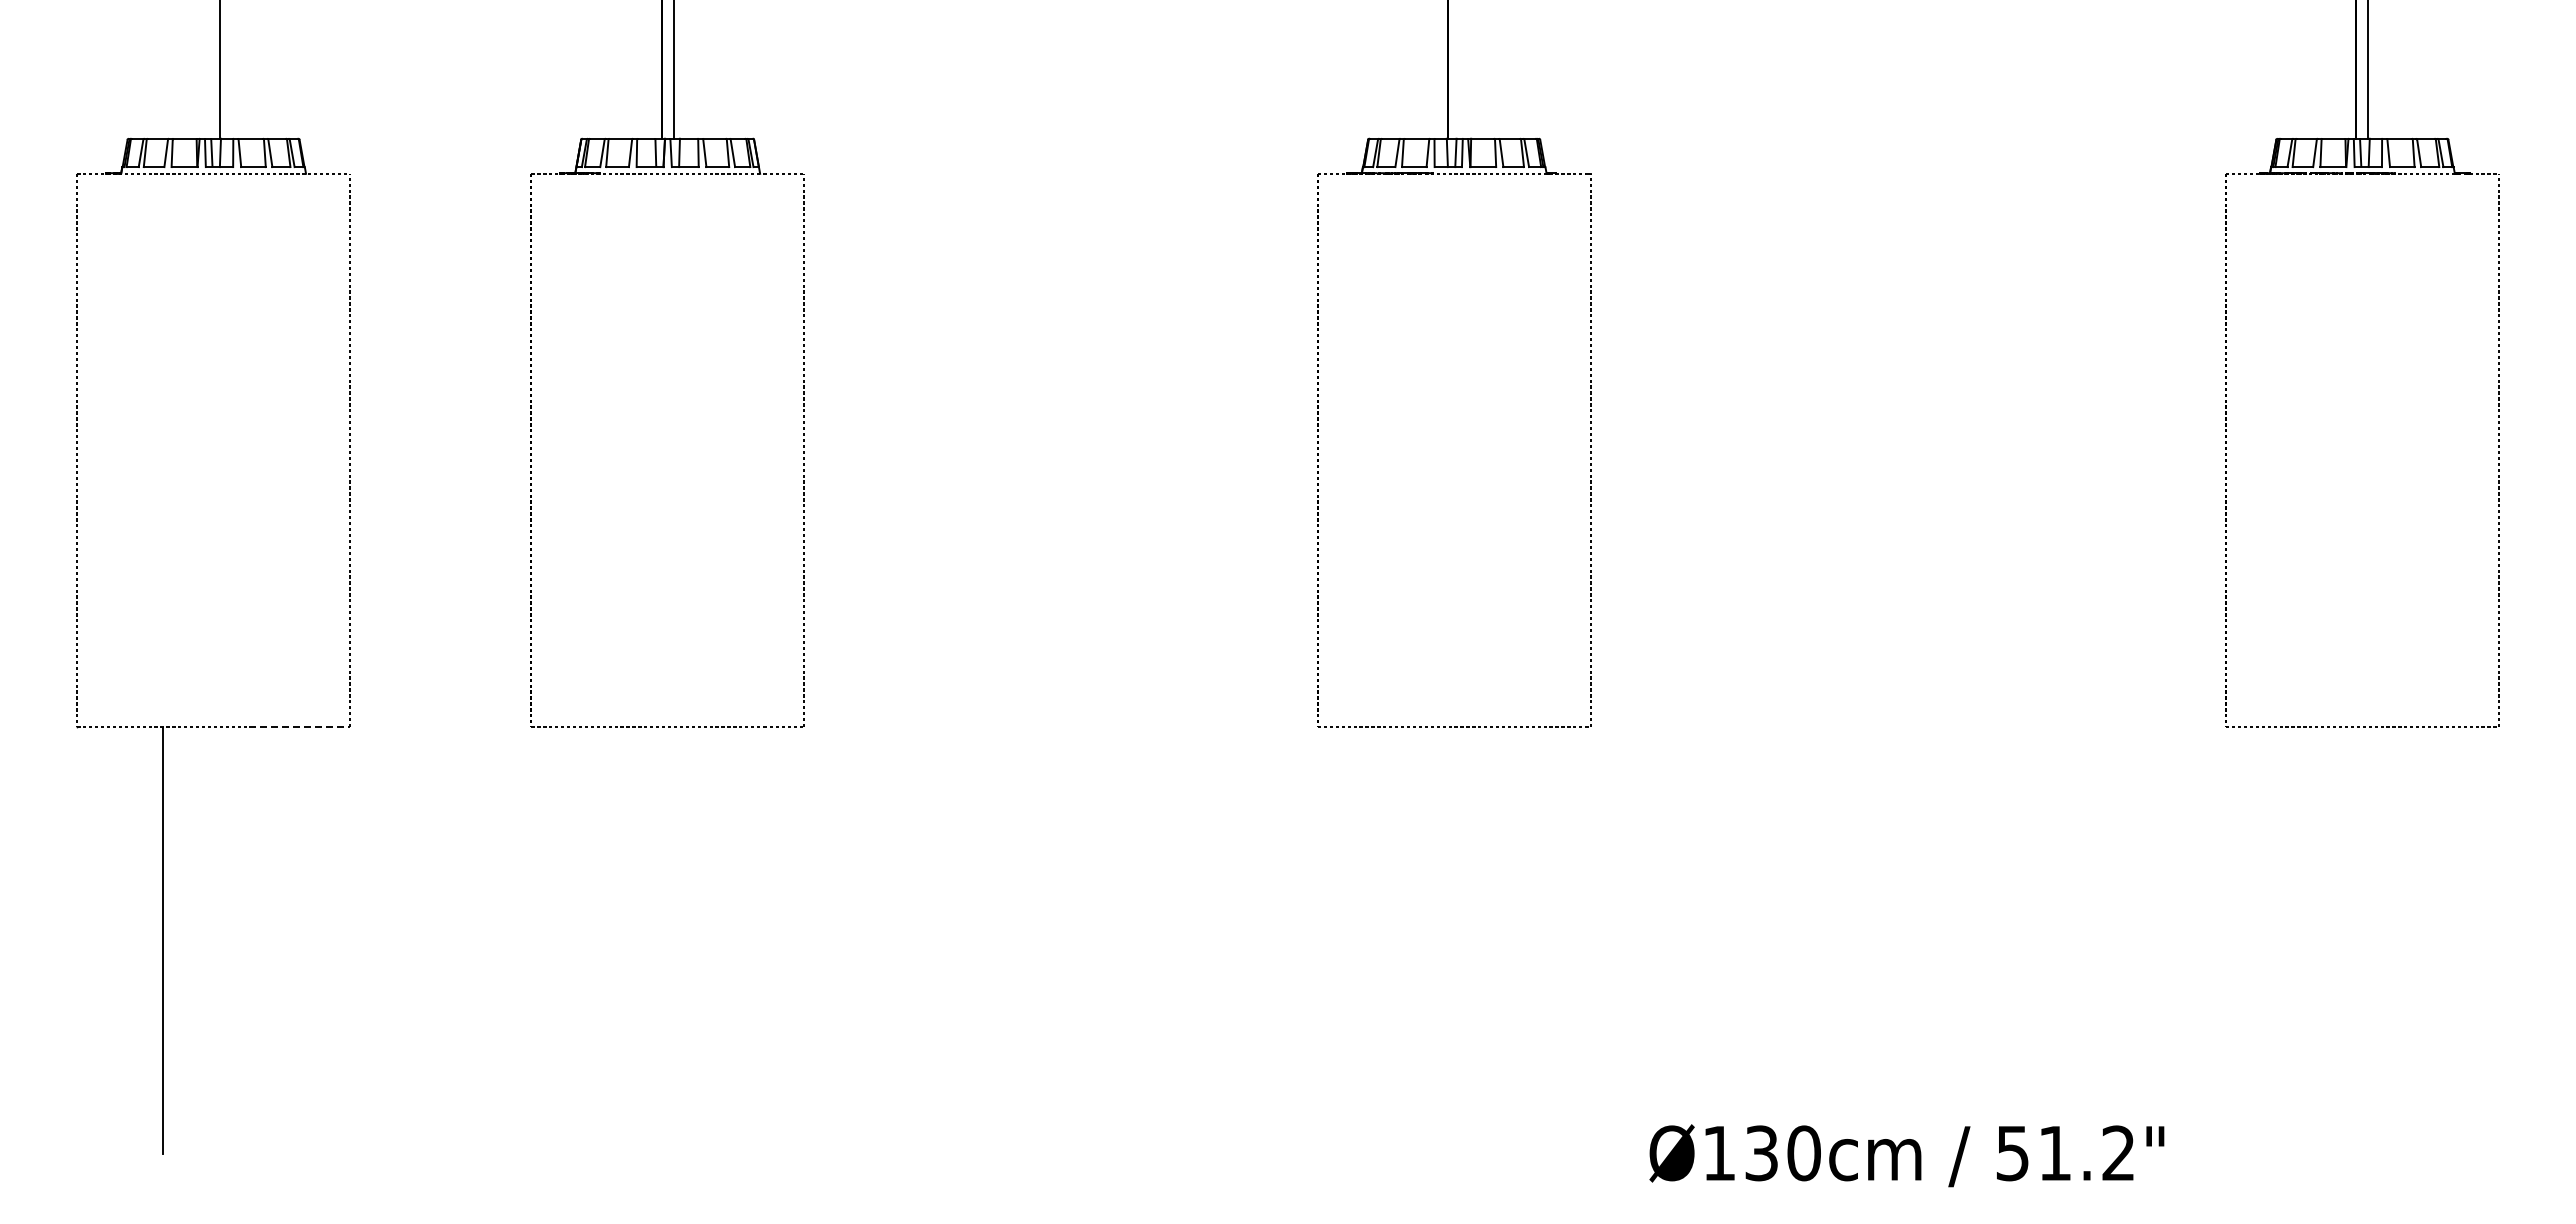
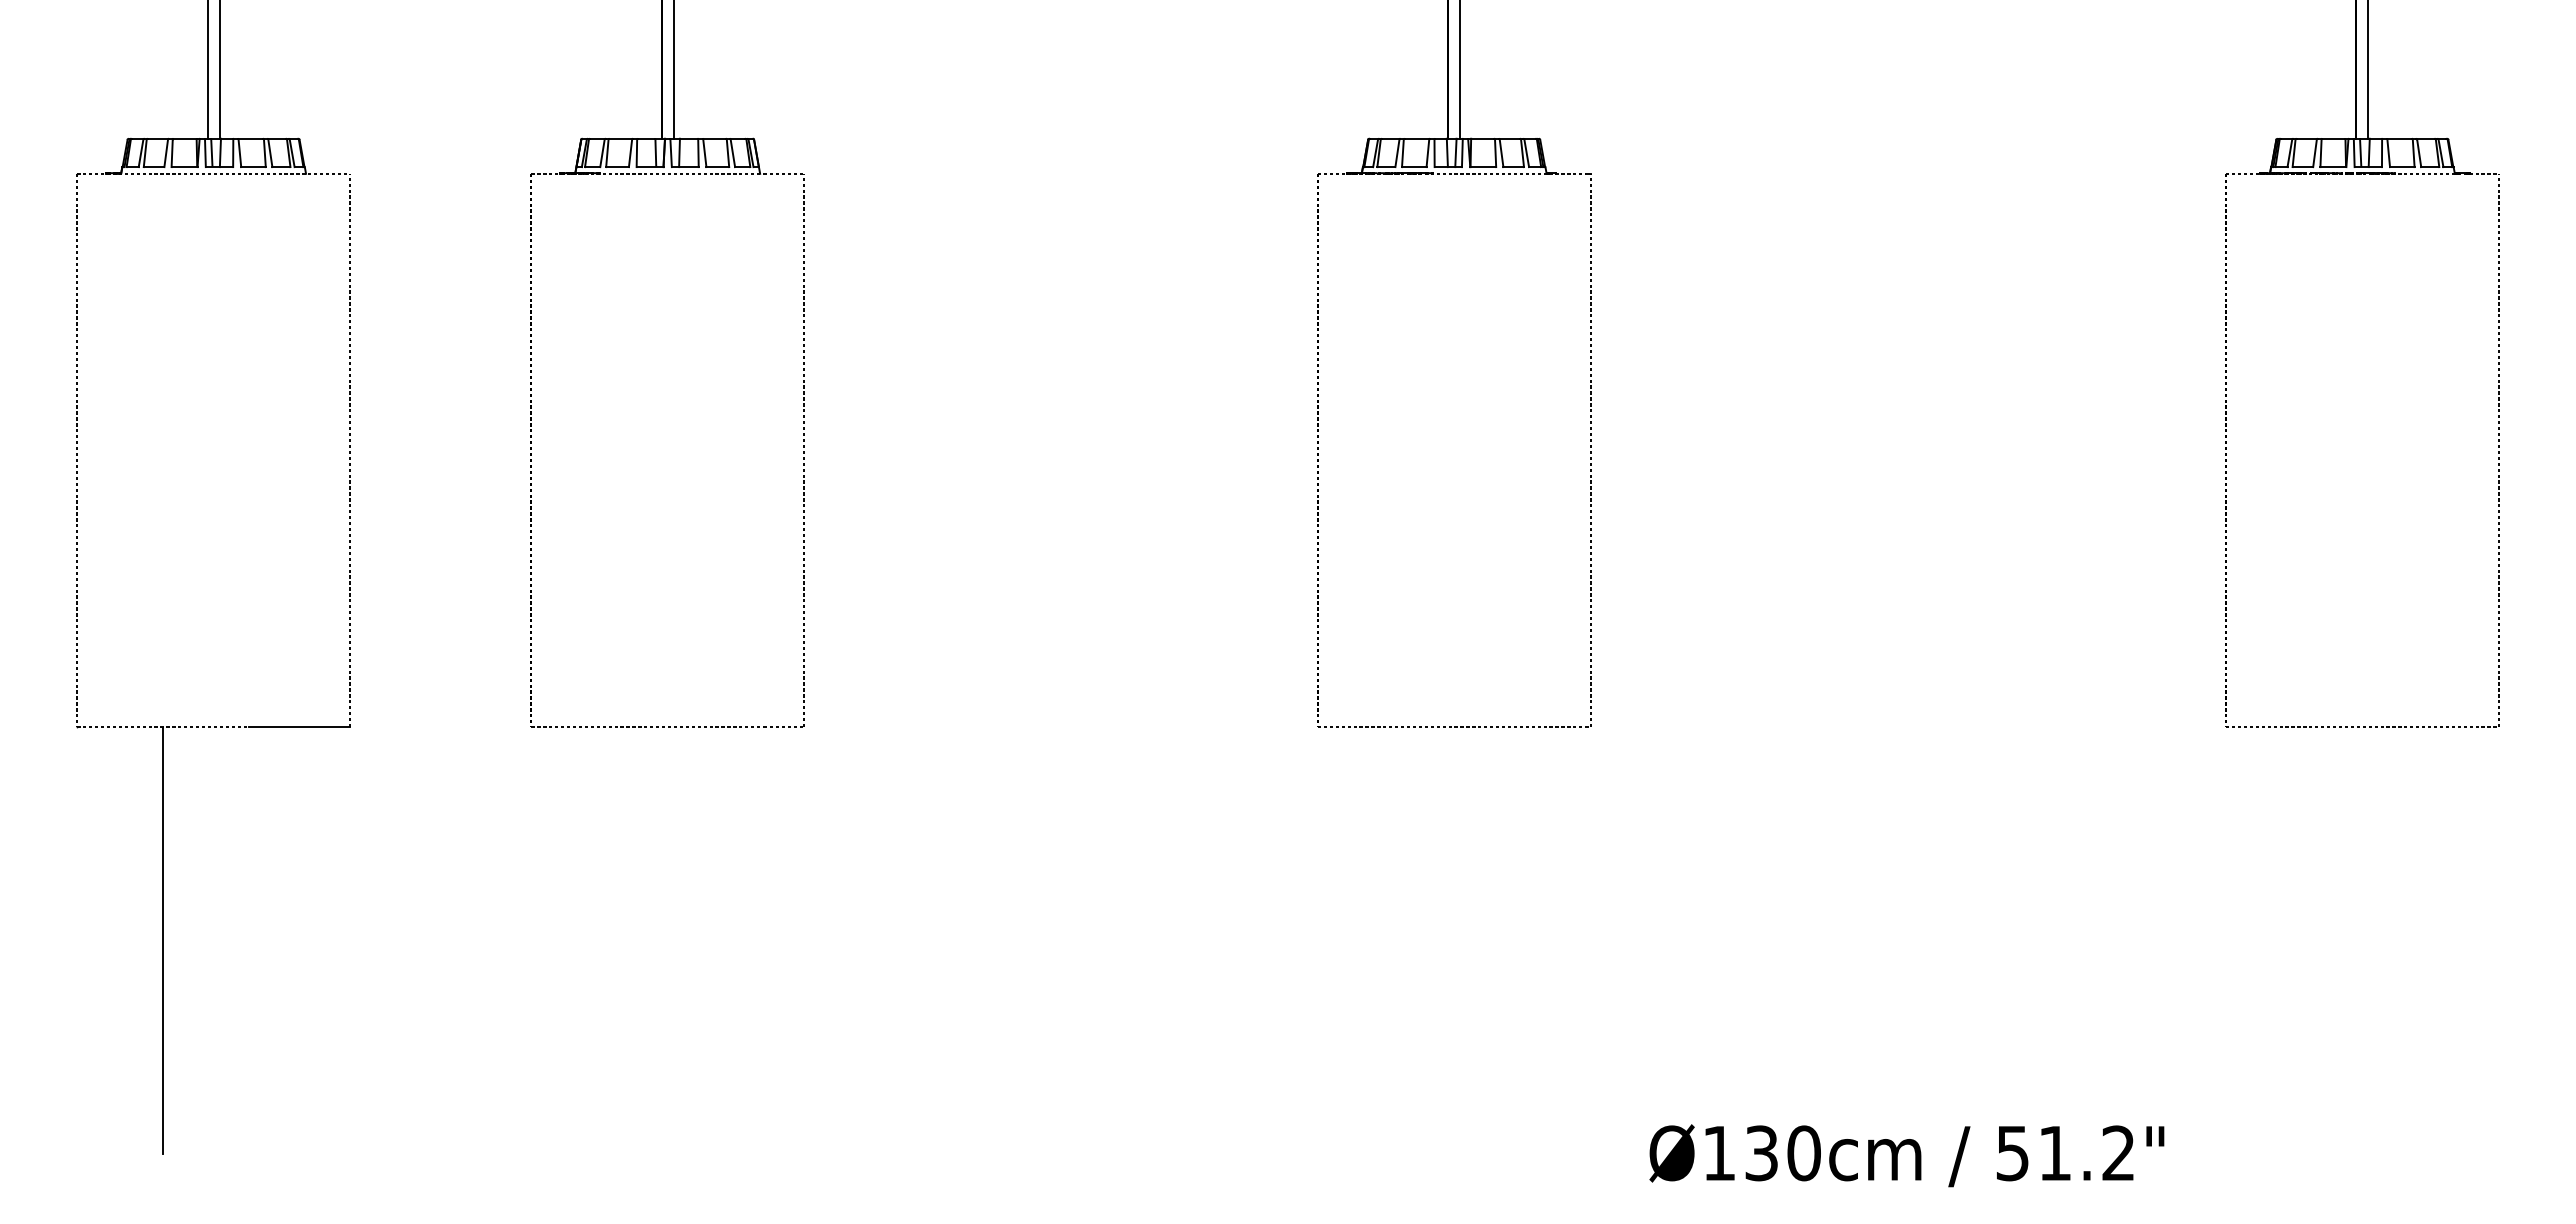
line at (207, 70): none -> present
line at (1460, 70): none -> present
line at (299, 727): dashed -> solid
